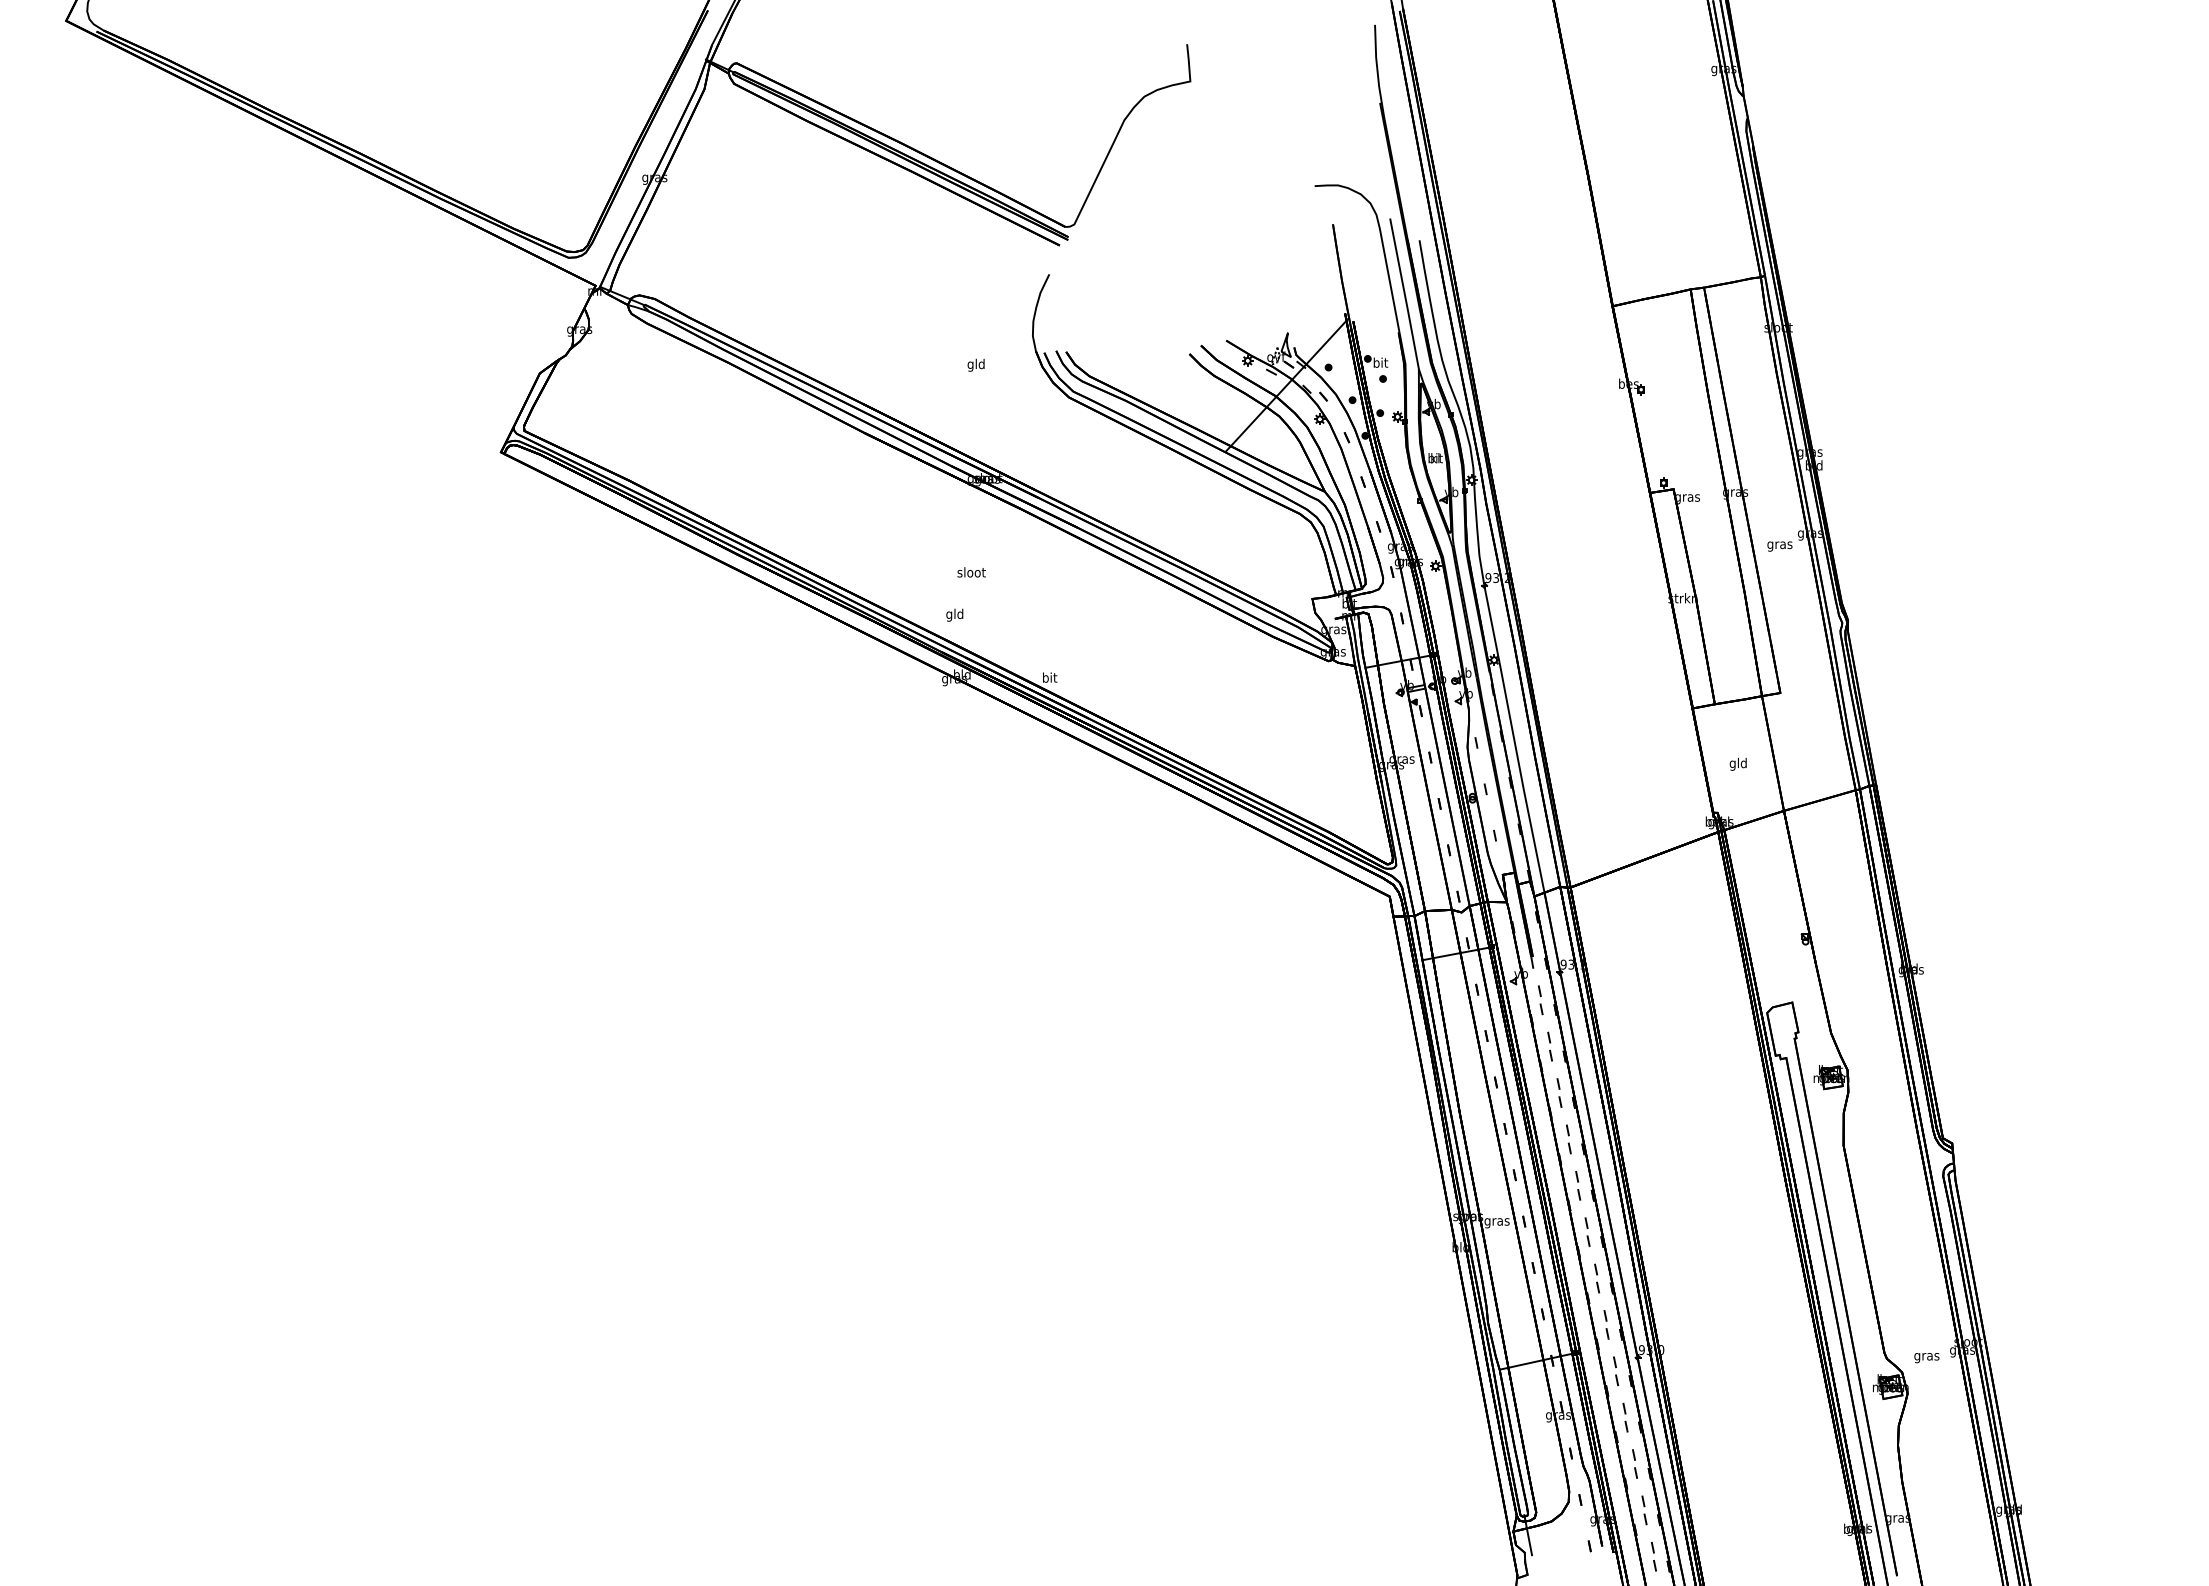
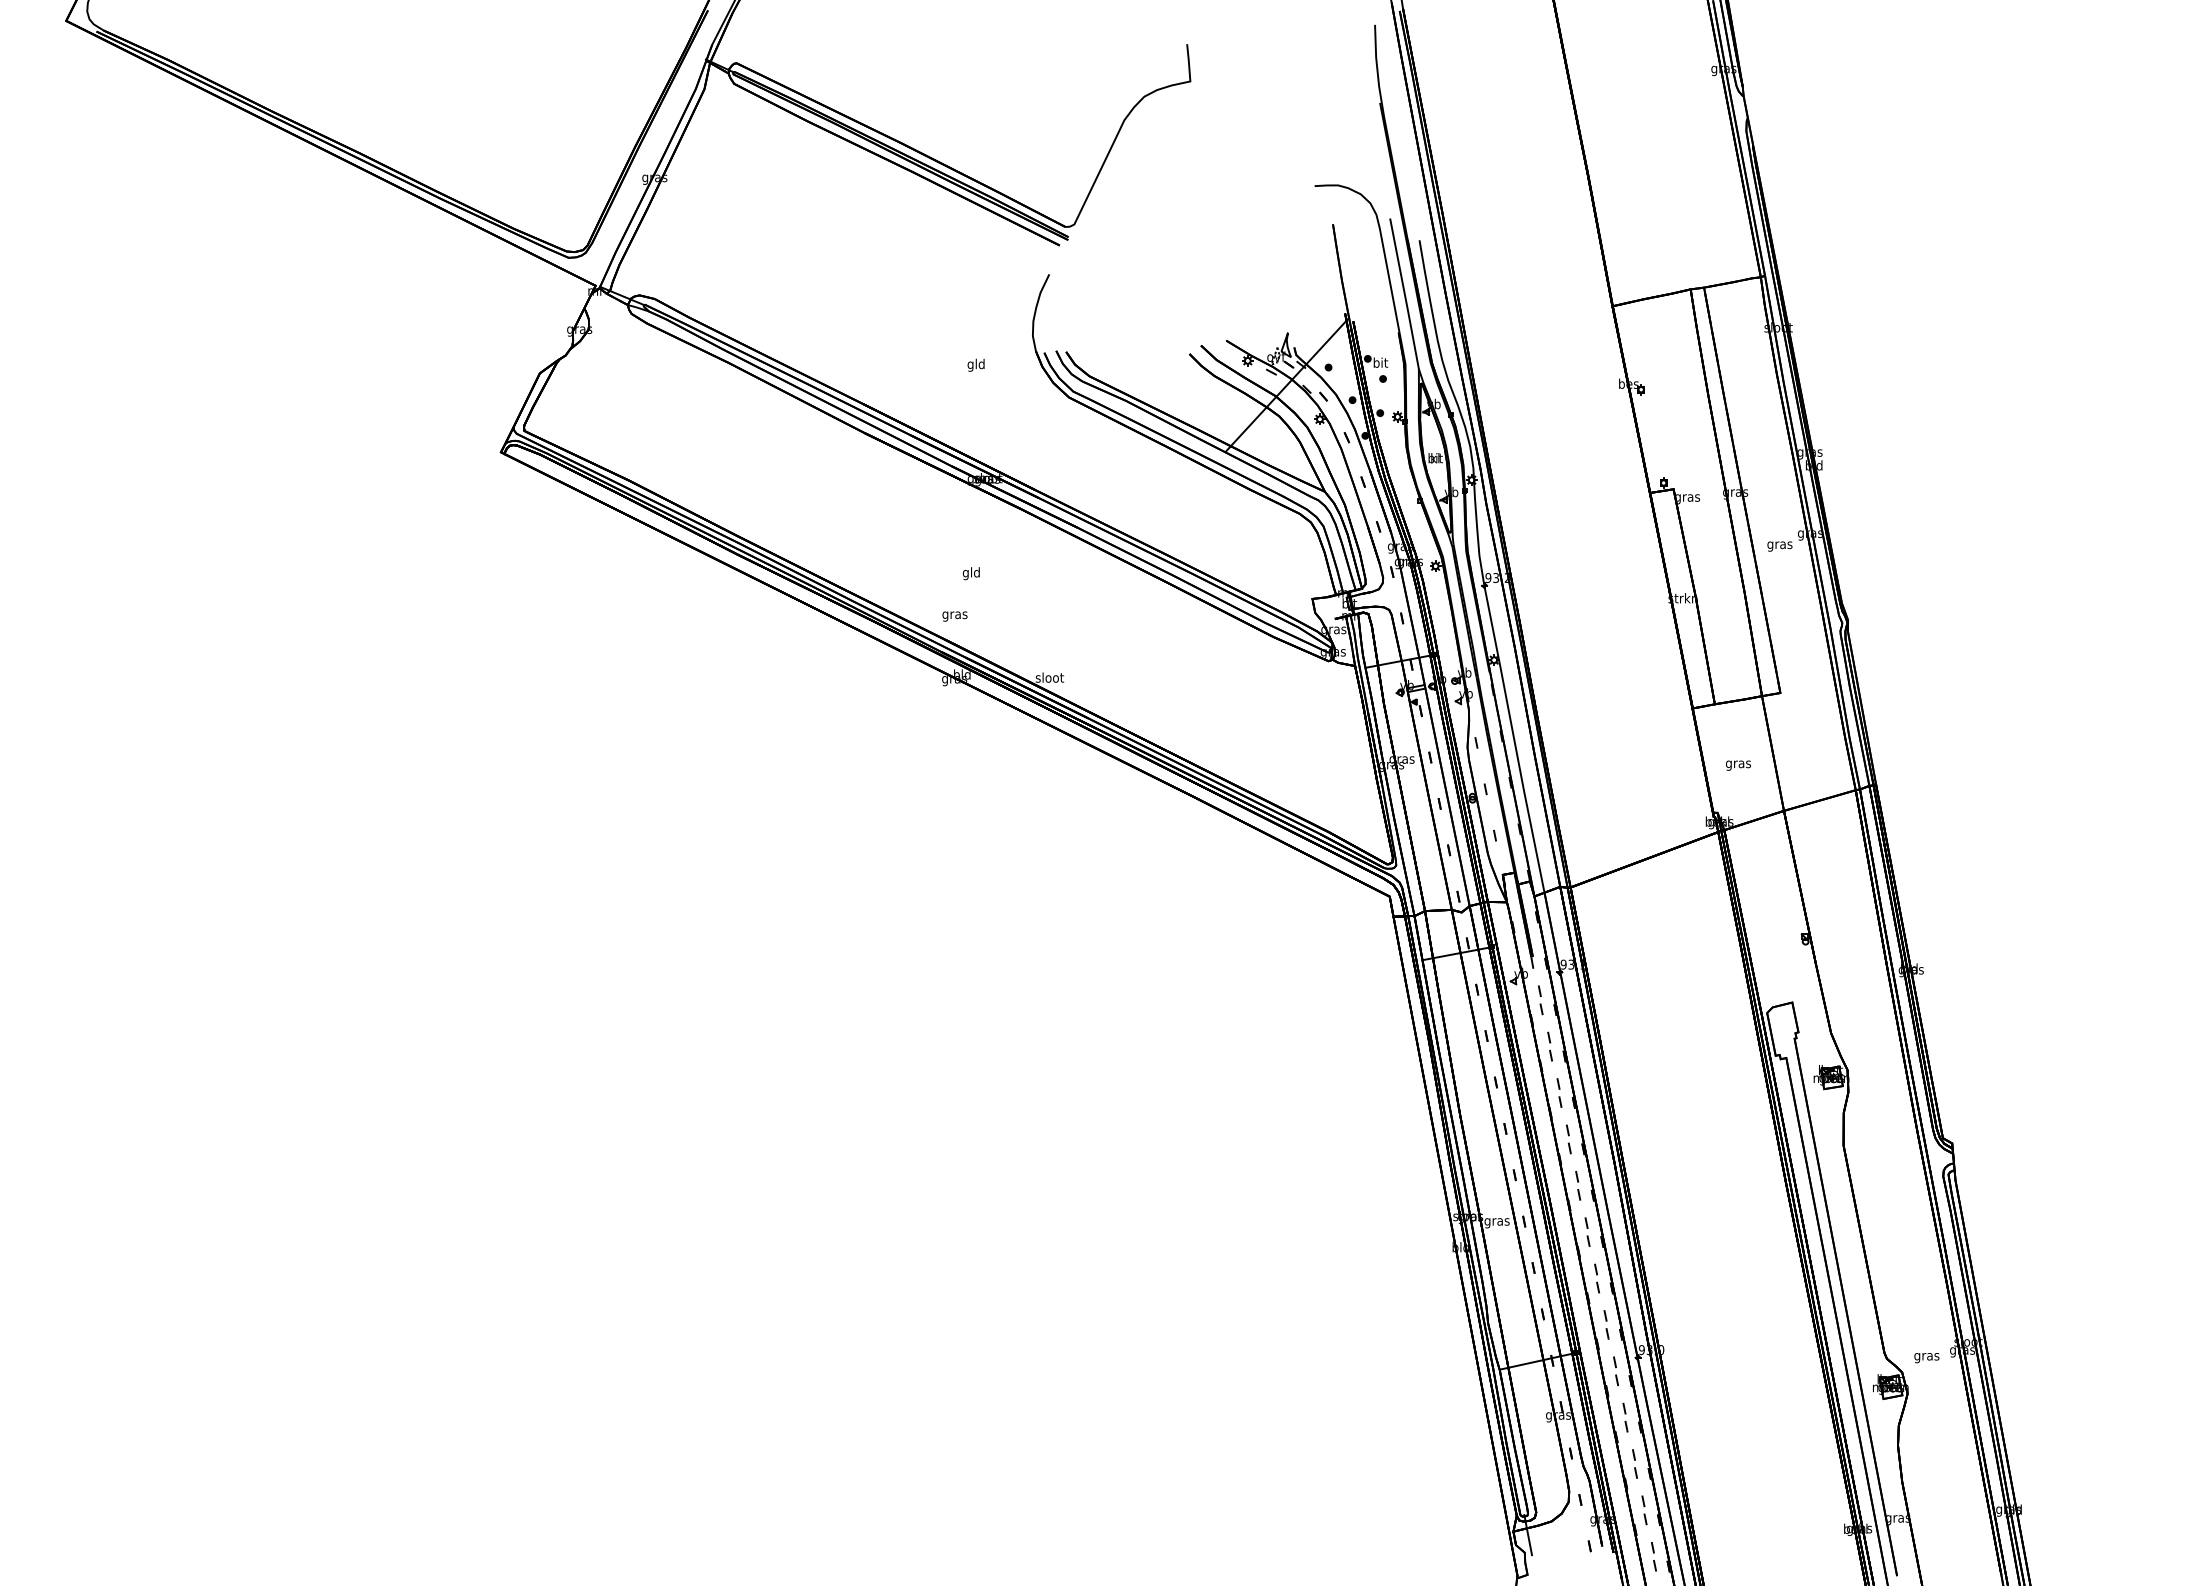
text at (971, 573): sloot -> gld
text at (954, 614): gld -> gras
text at (1049, 677): bit -> sloot
text at (1737, 763): gld -> gras
